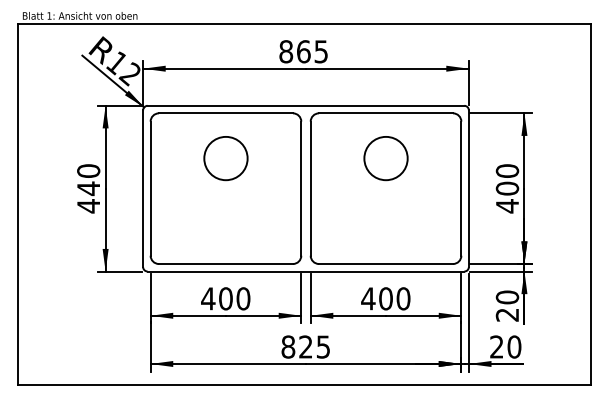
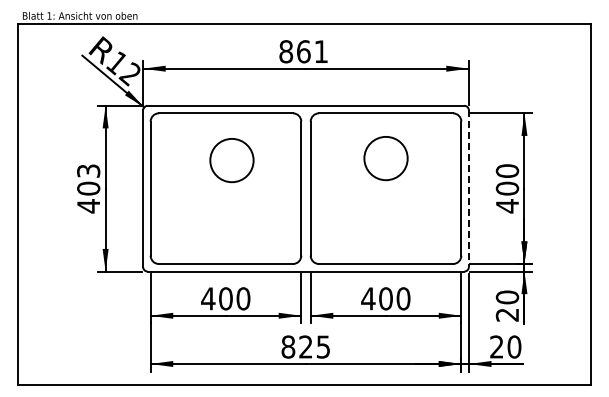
text at (320, 51): 865 -> 861
circle at (225, 158) position: (225, 158) -> (231, 160)
text at (88, 180): 440 -> 403
line at (468, 189): solid -> dashed
